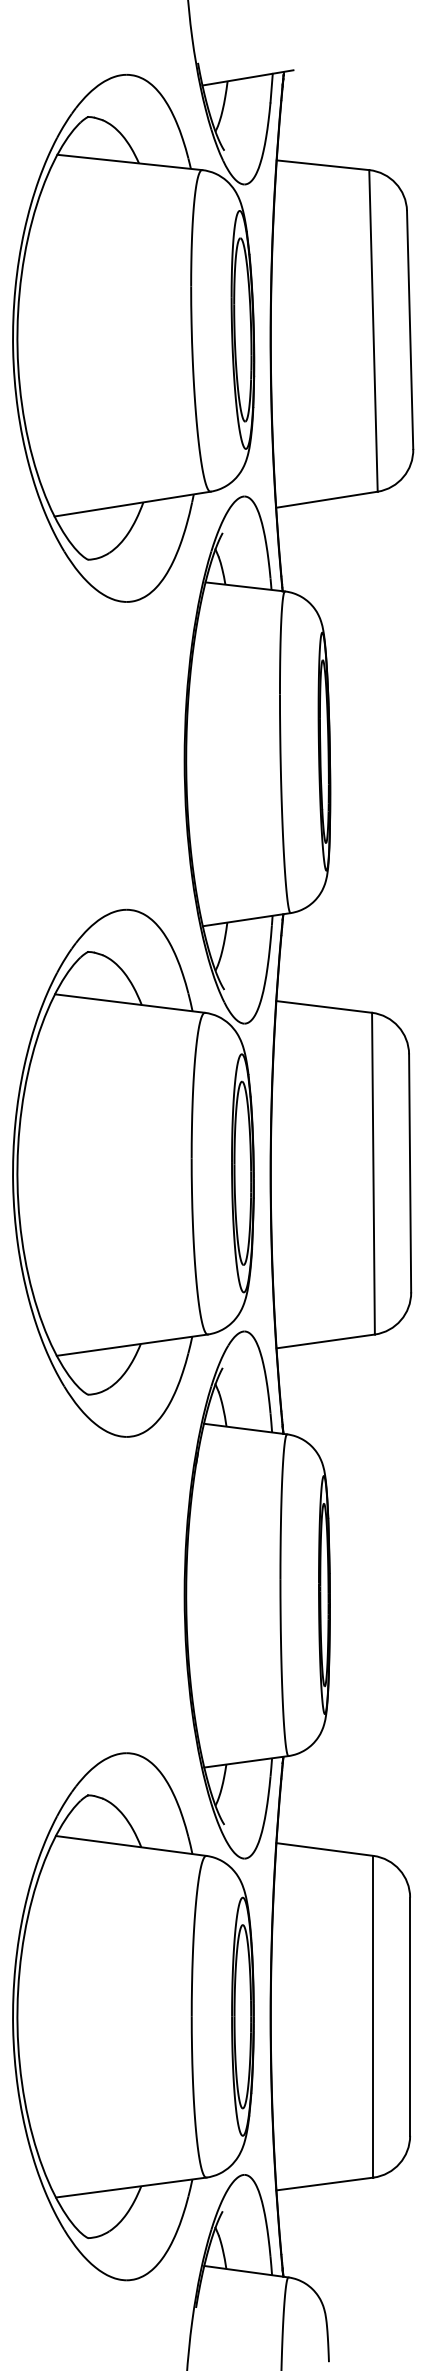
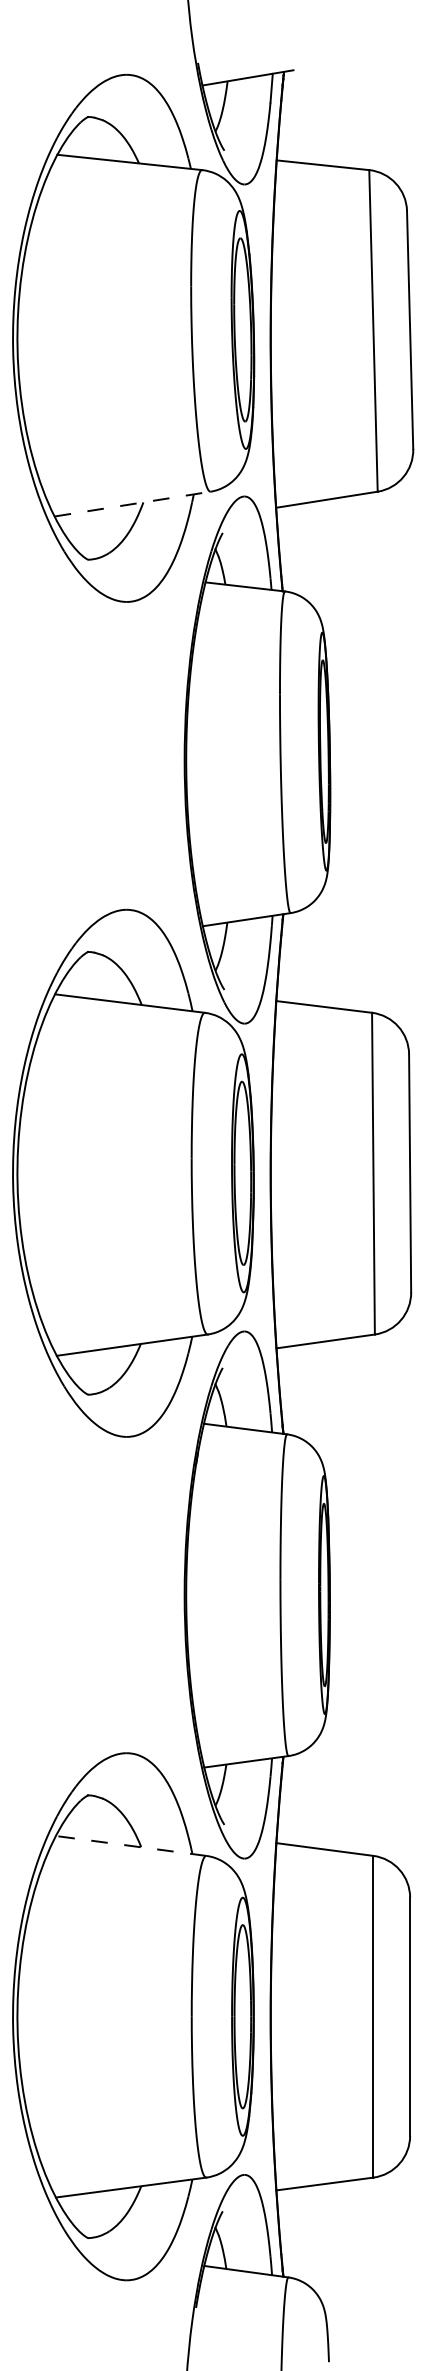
line at (133, 504): solid -> dashed
line at (131, 1845): solid -> dashed
